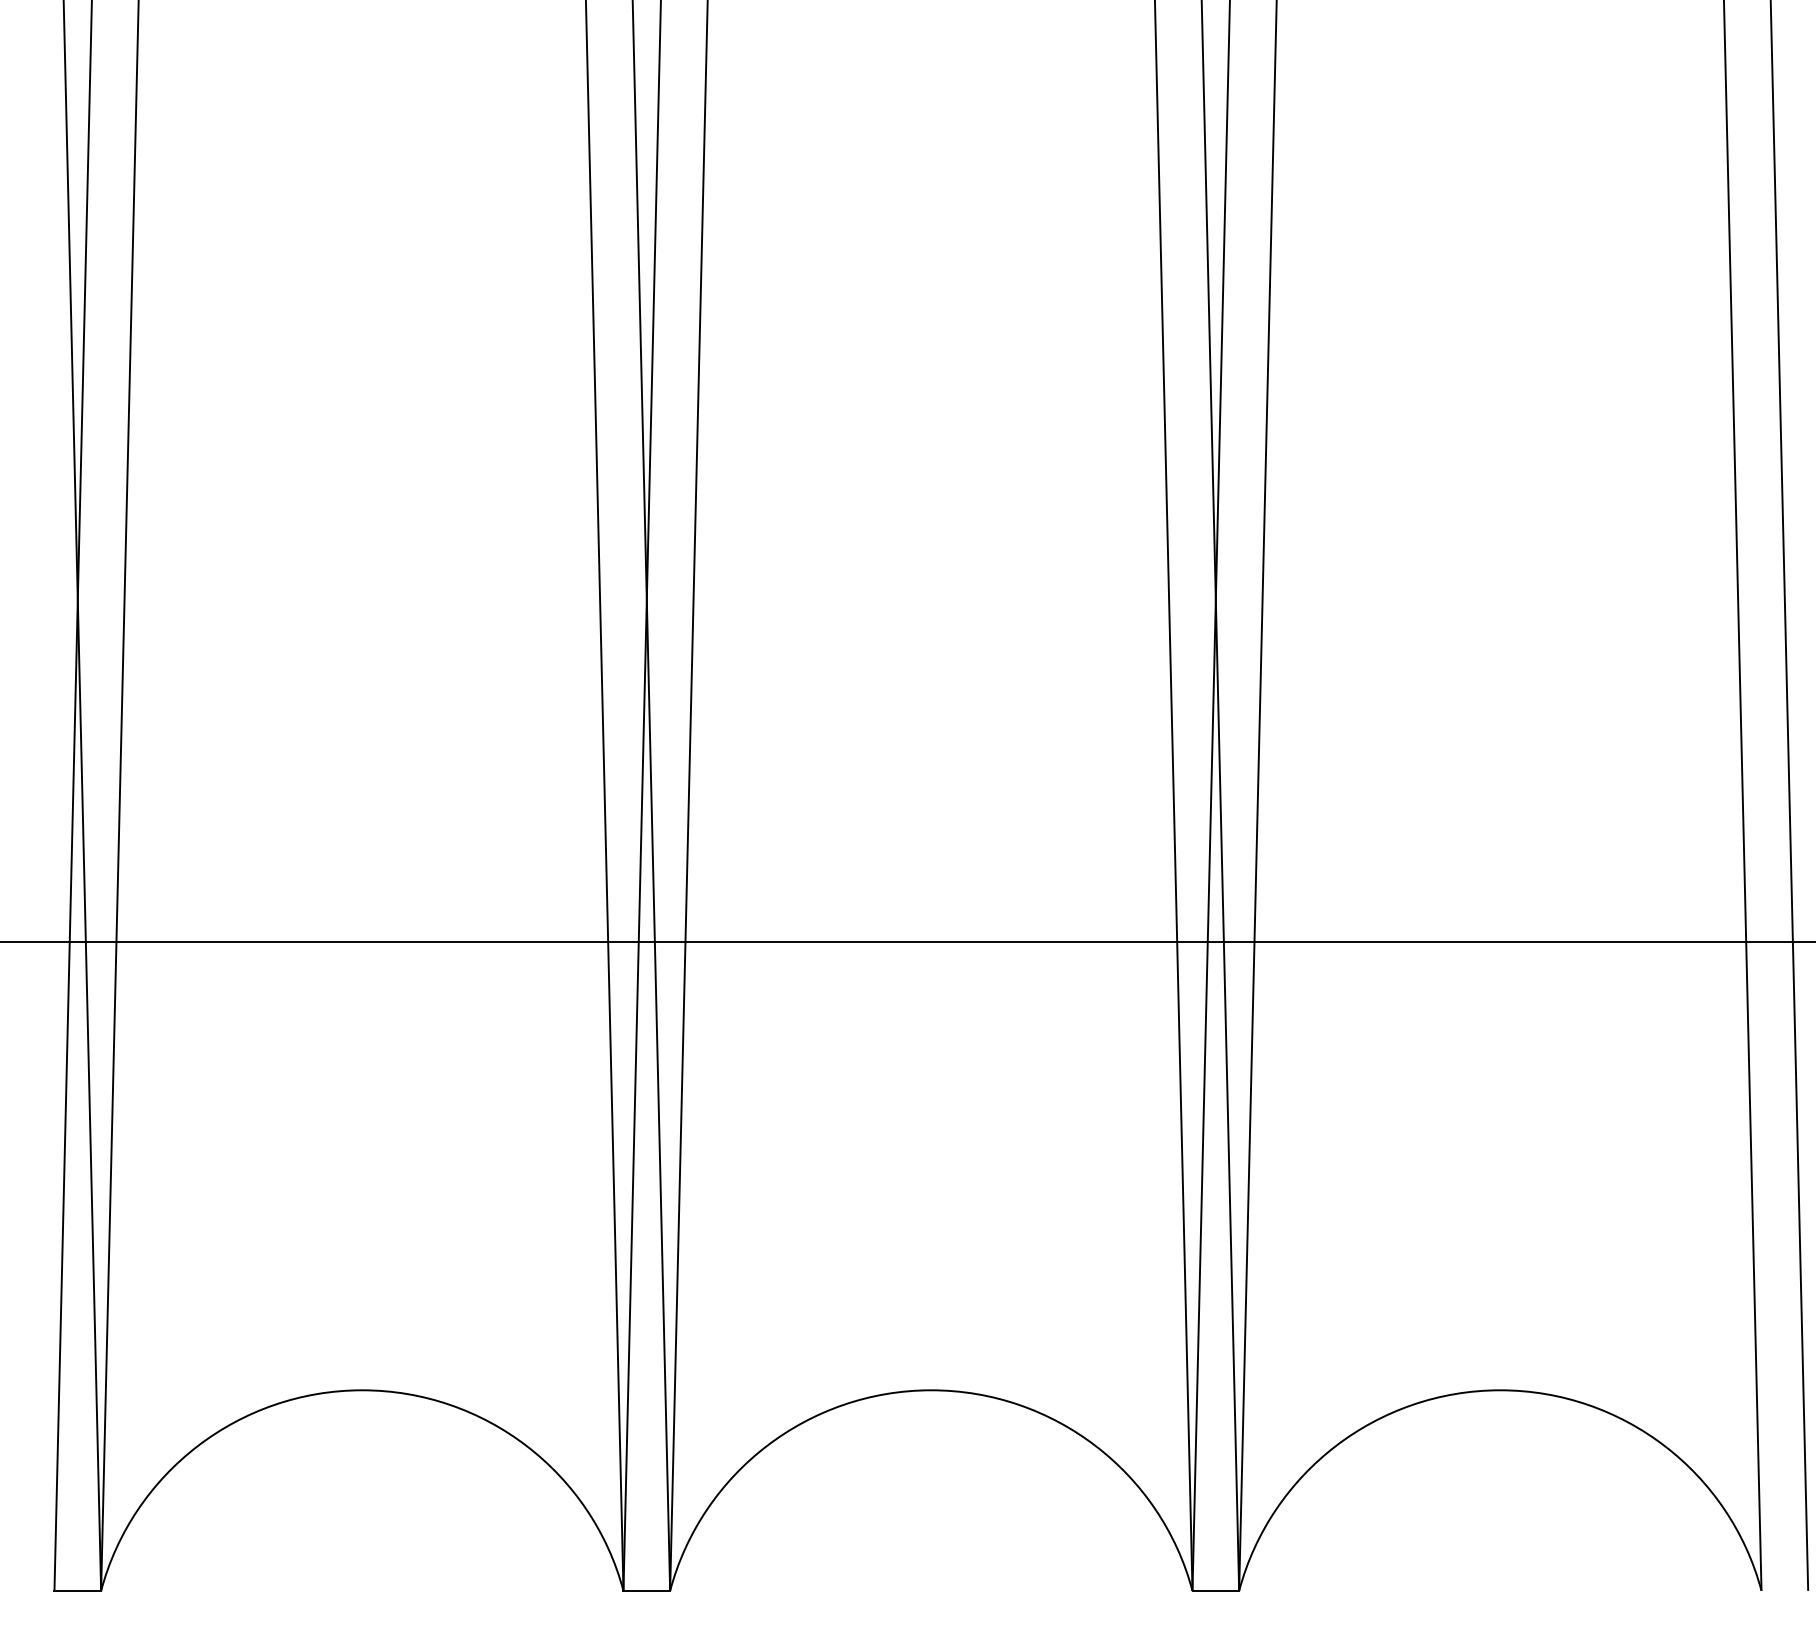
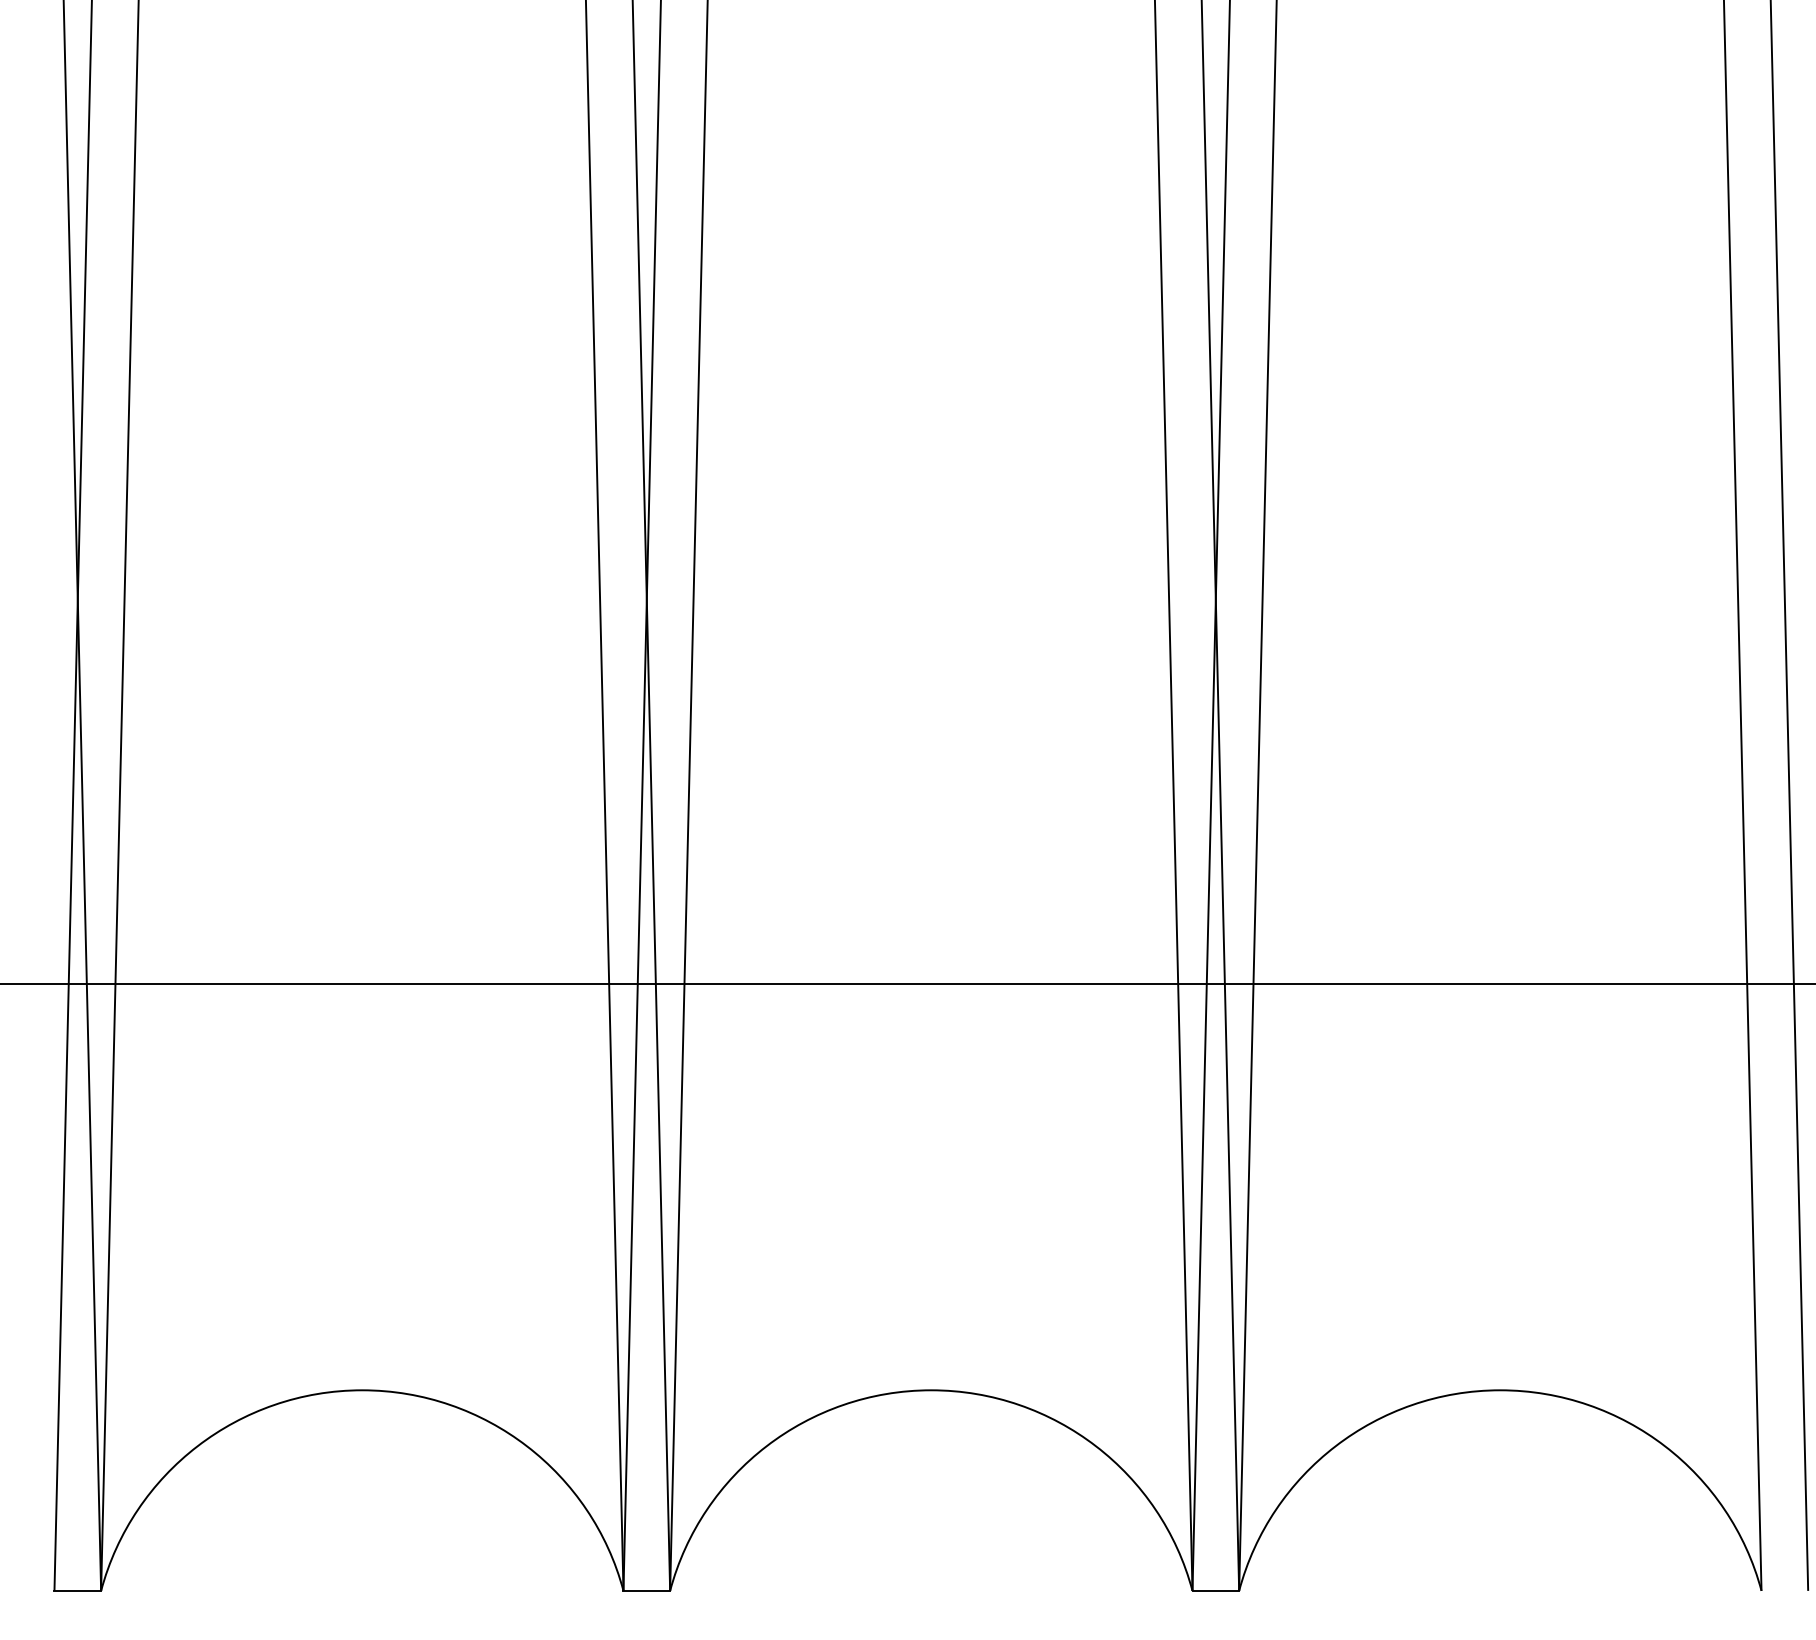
line at (907, 942) position: (907, 942) -> (907, 984)
